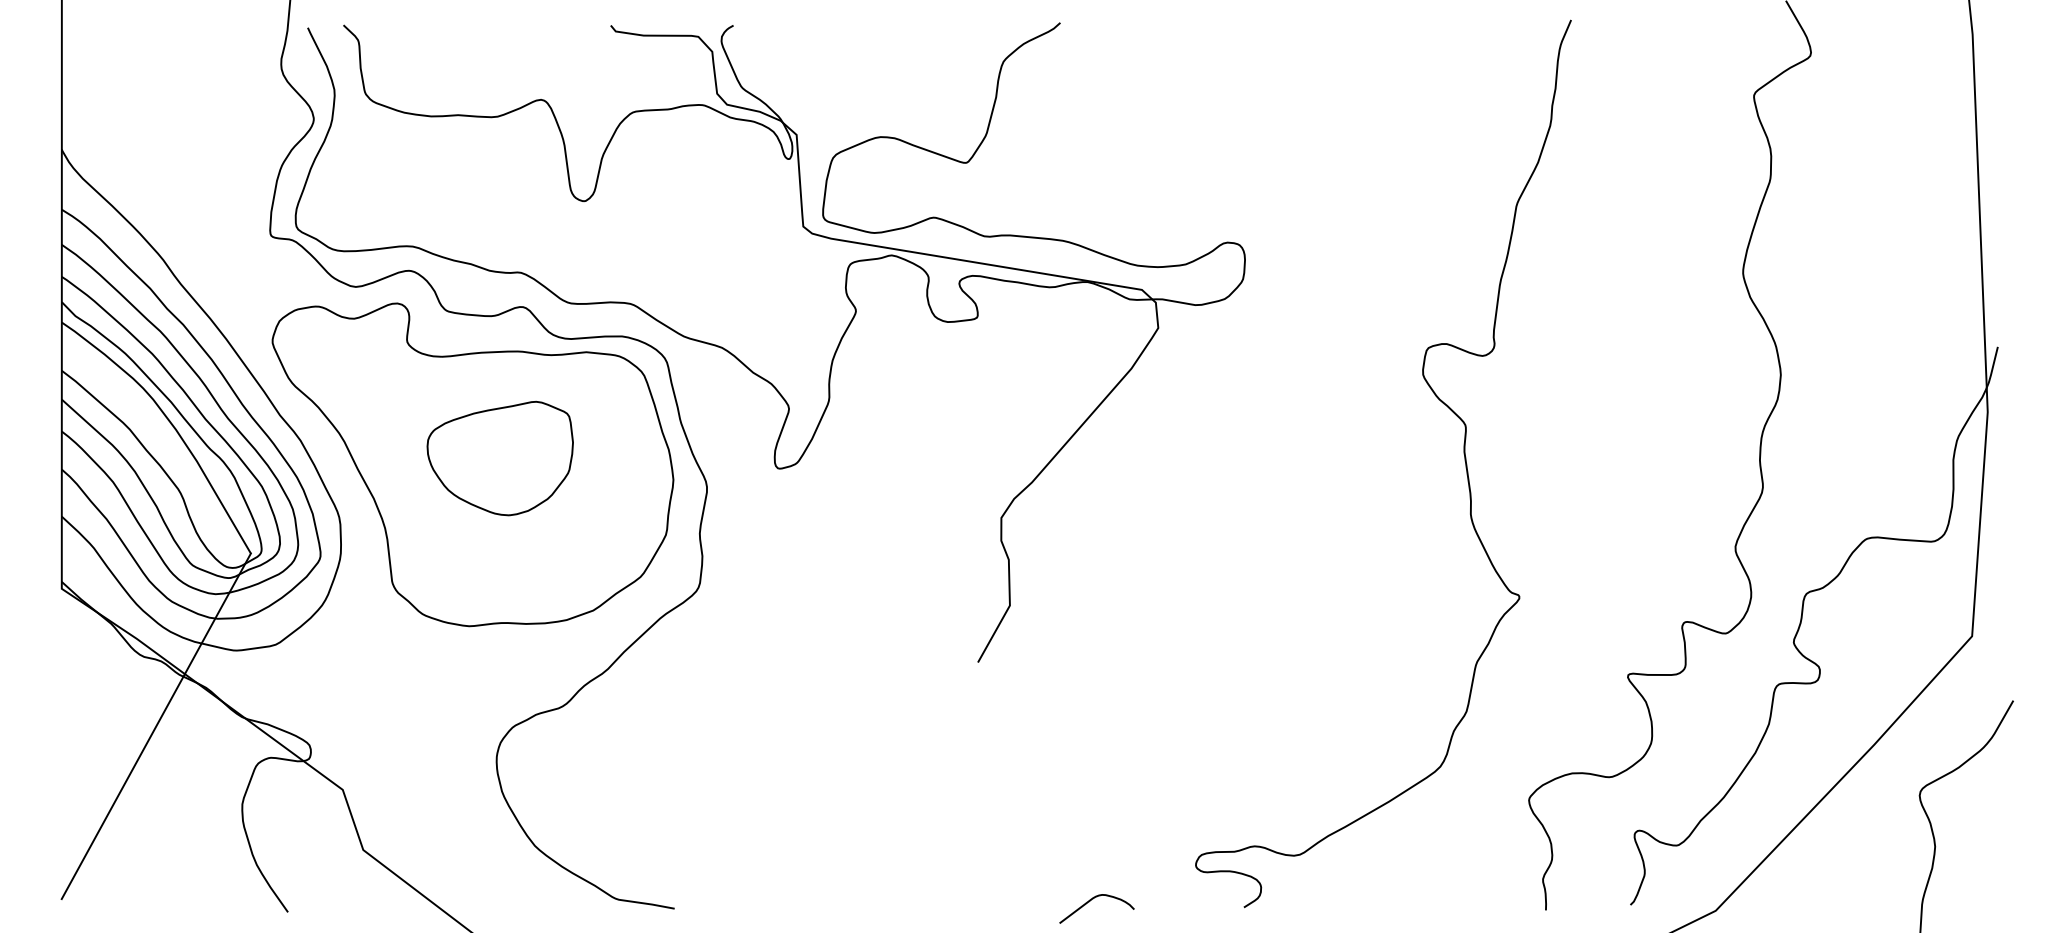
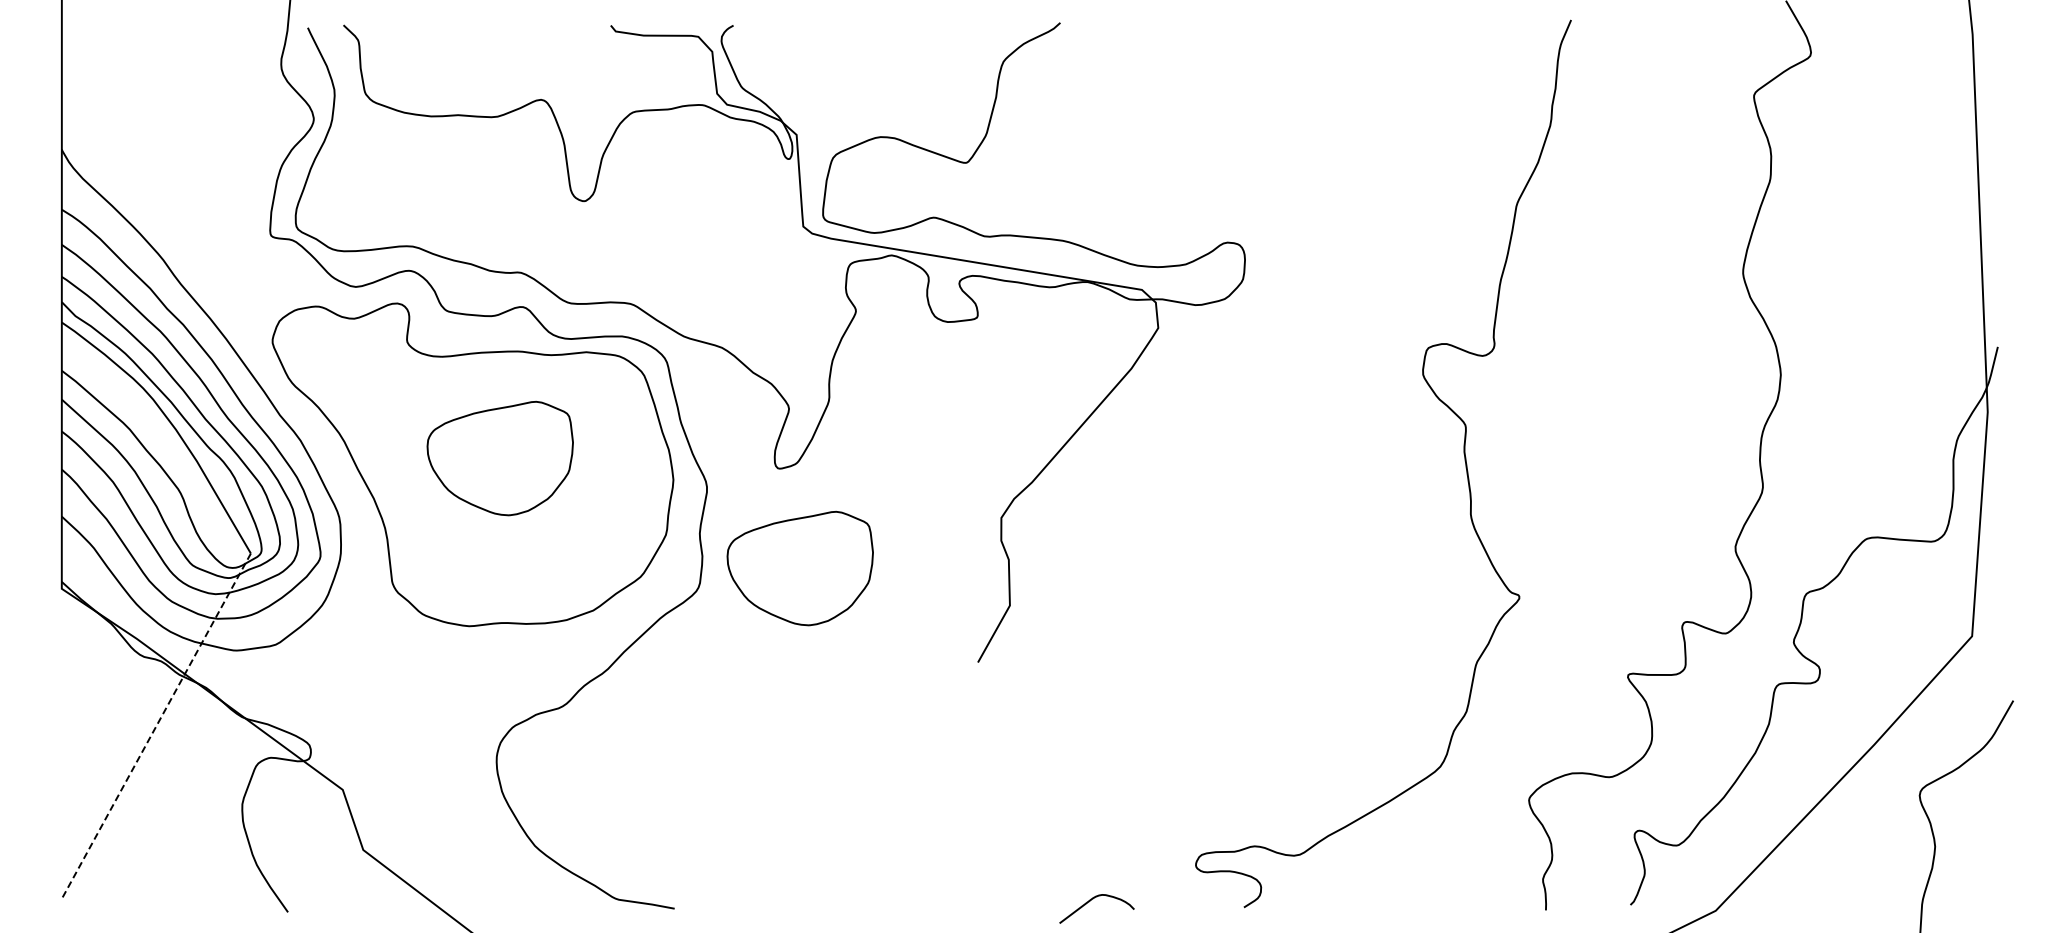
part at (799, 568): none -> present
line at (156, 726): solid -> dashed
